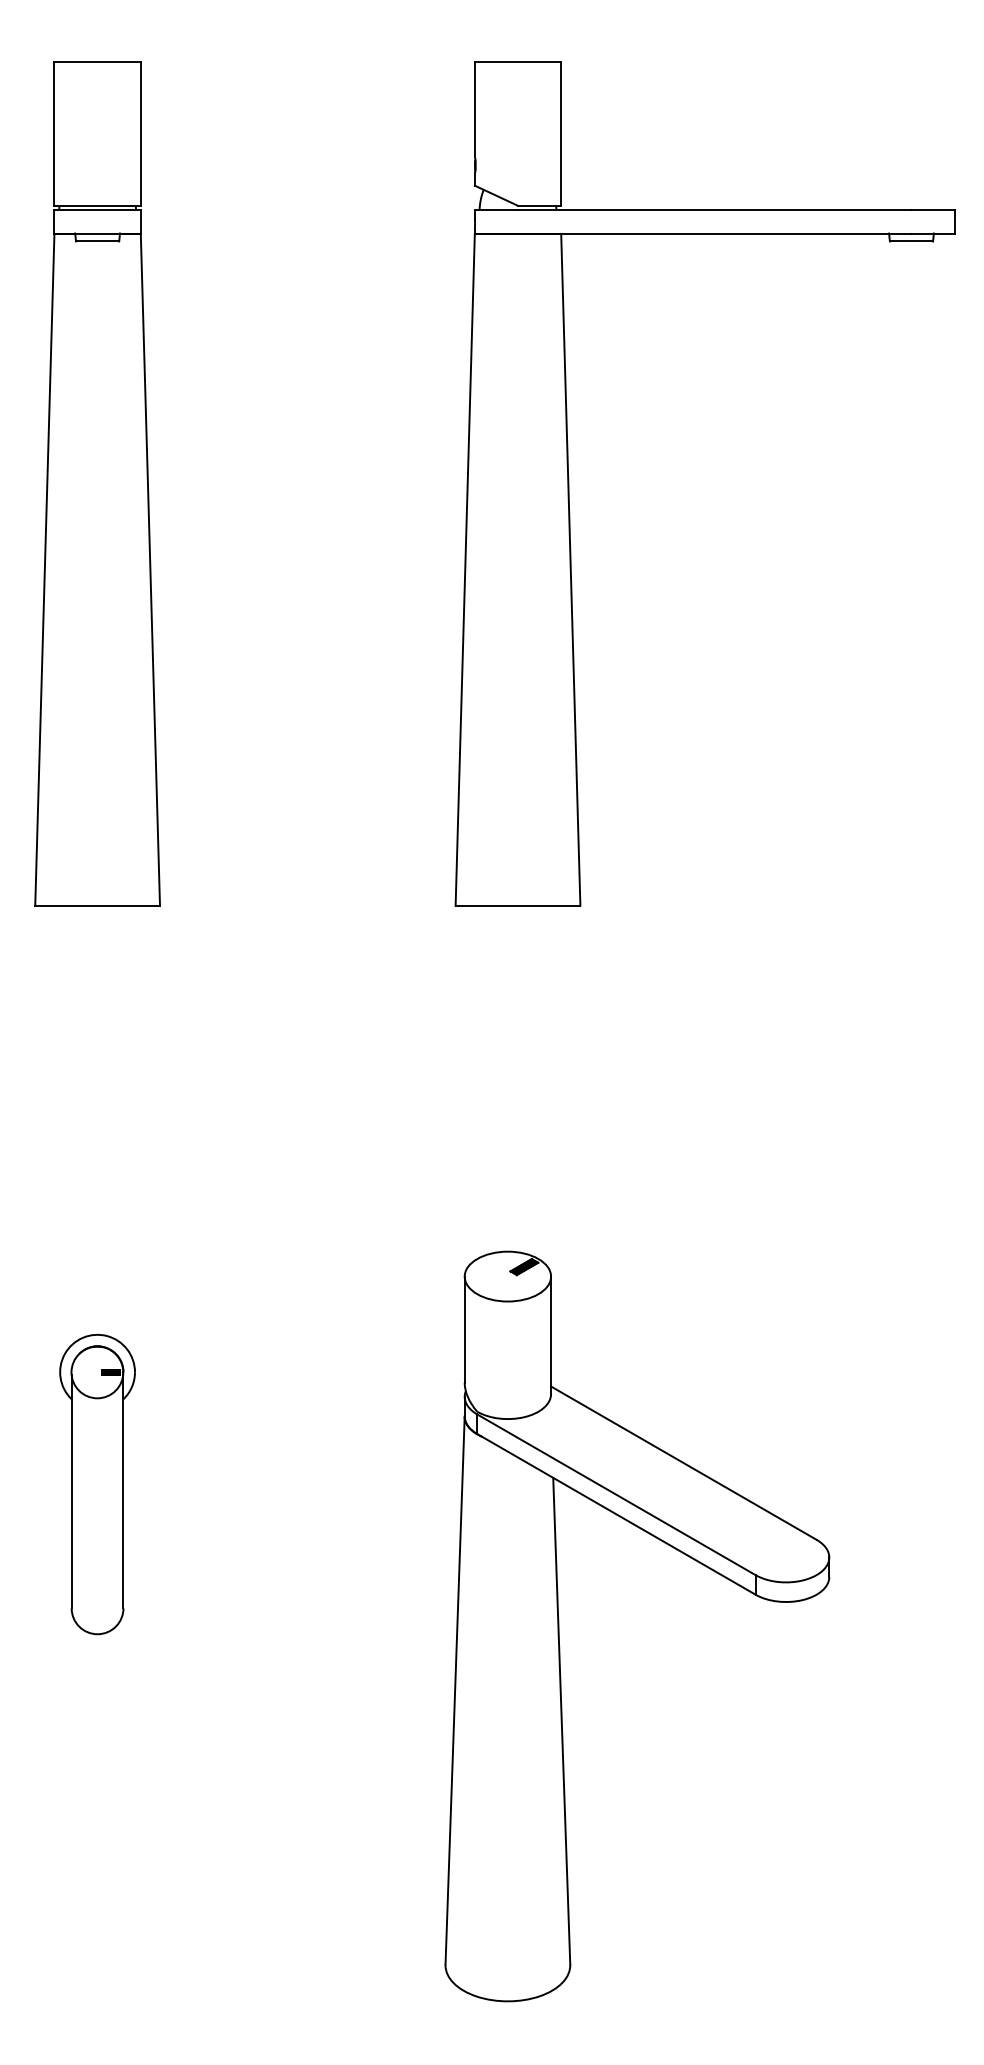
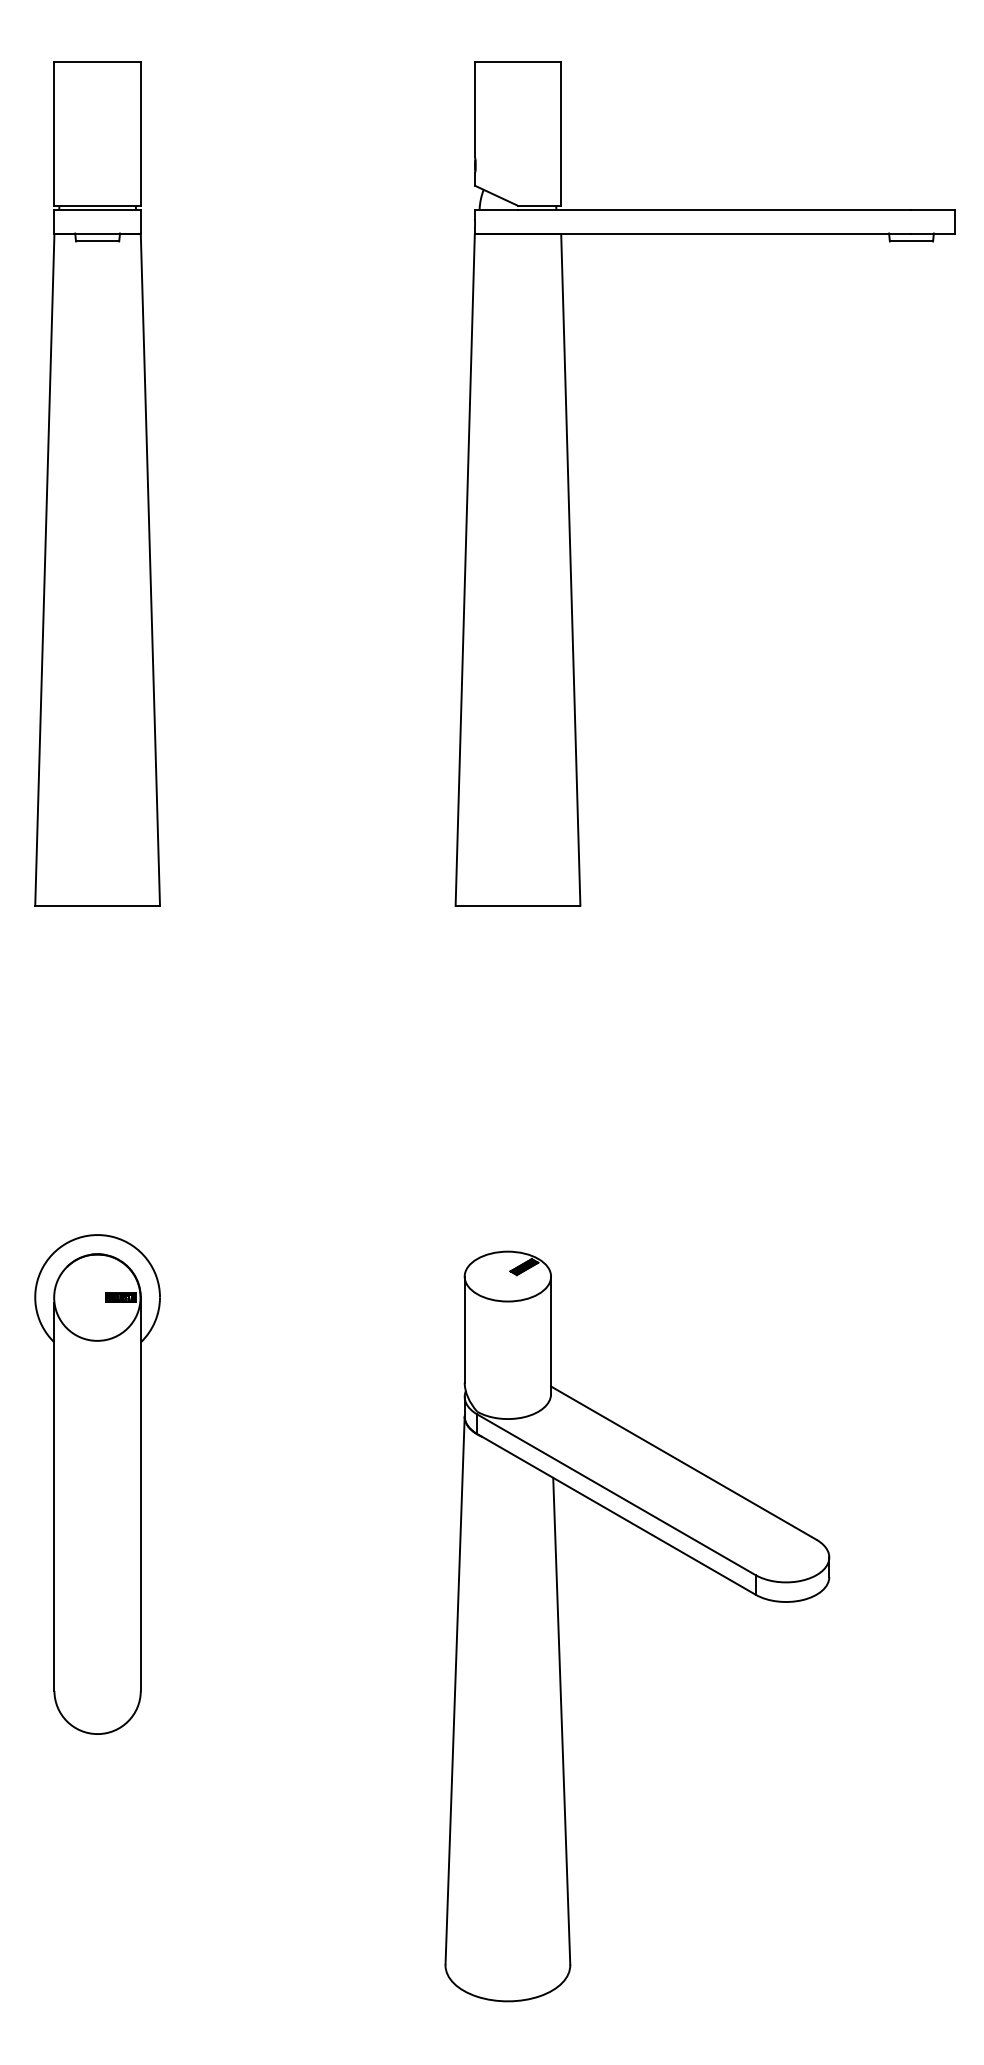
part at (97, 1484) size: 77x303 px -> 127x501 px
